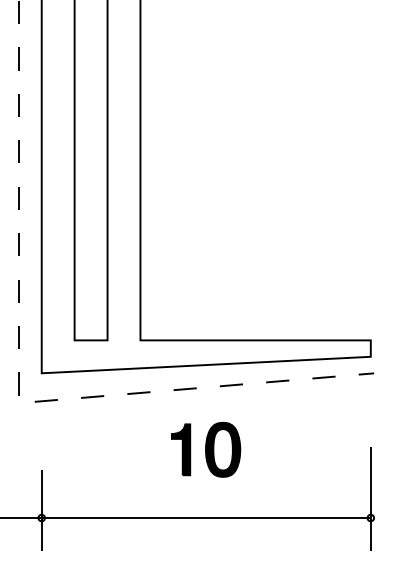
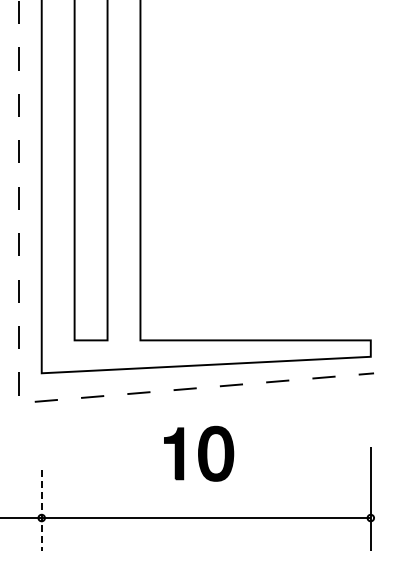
part at (206, 449) position: (206, 449) -> (199, 453)
line at (41, 510): solid -> dashed
